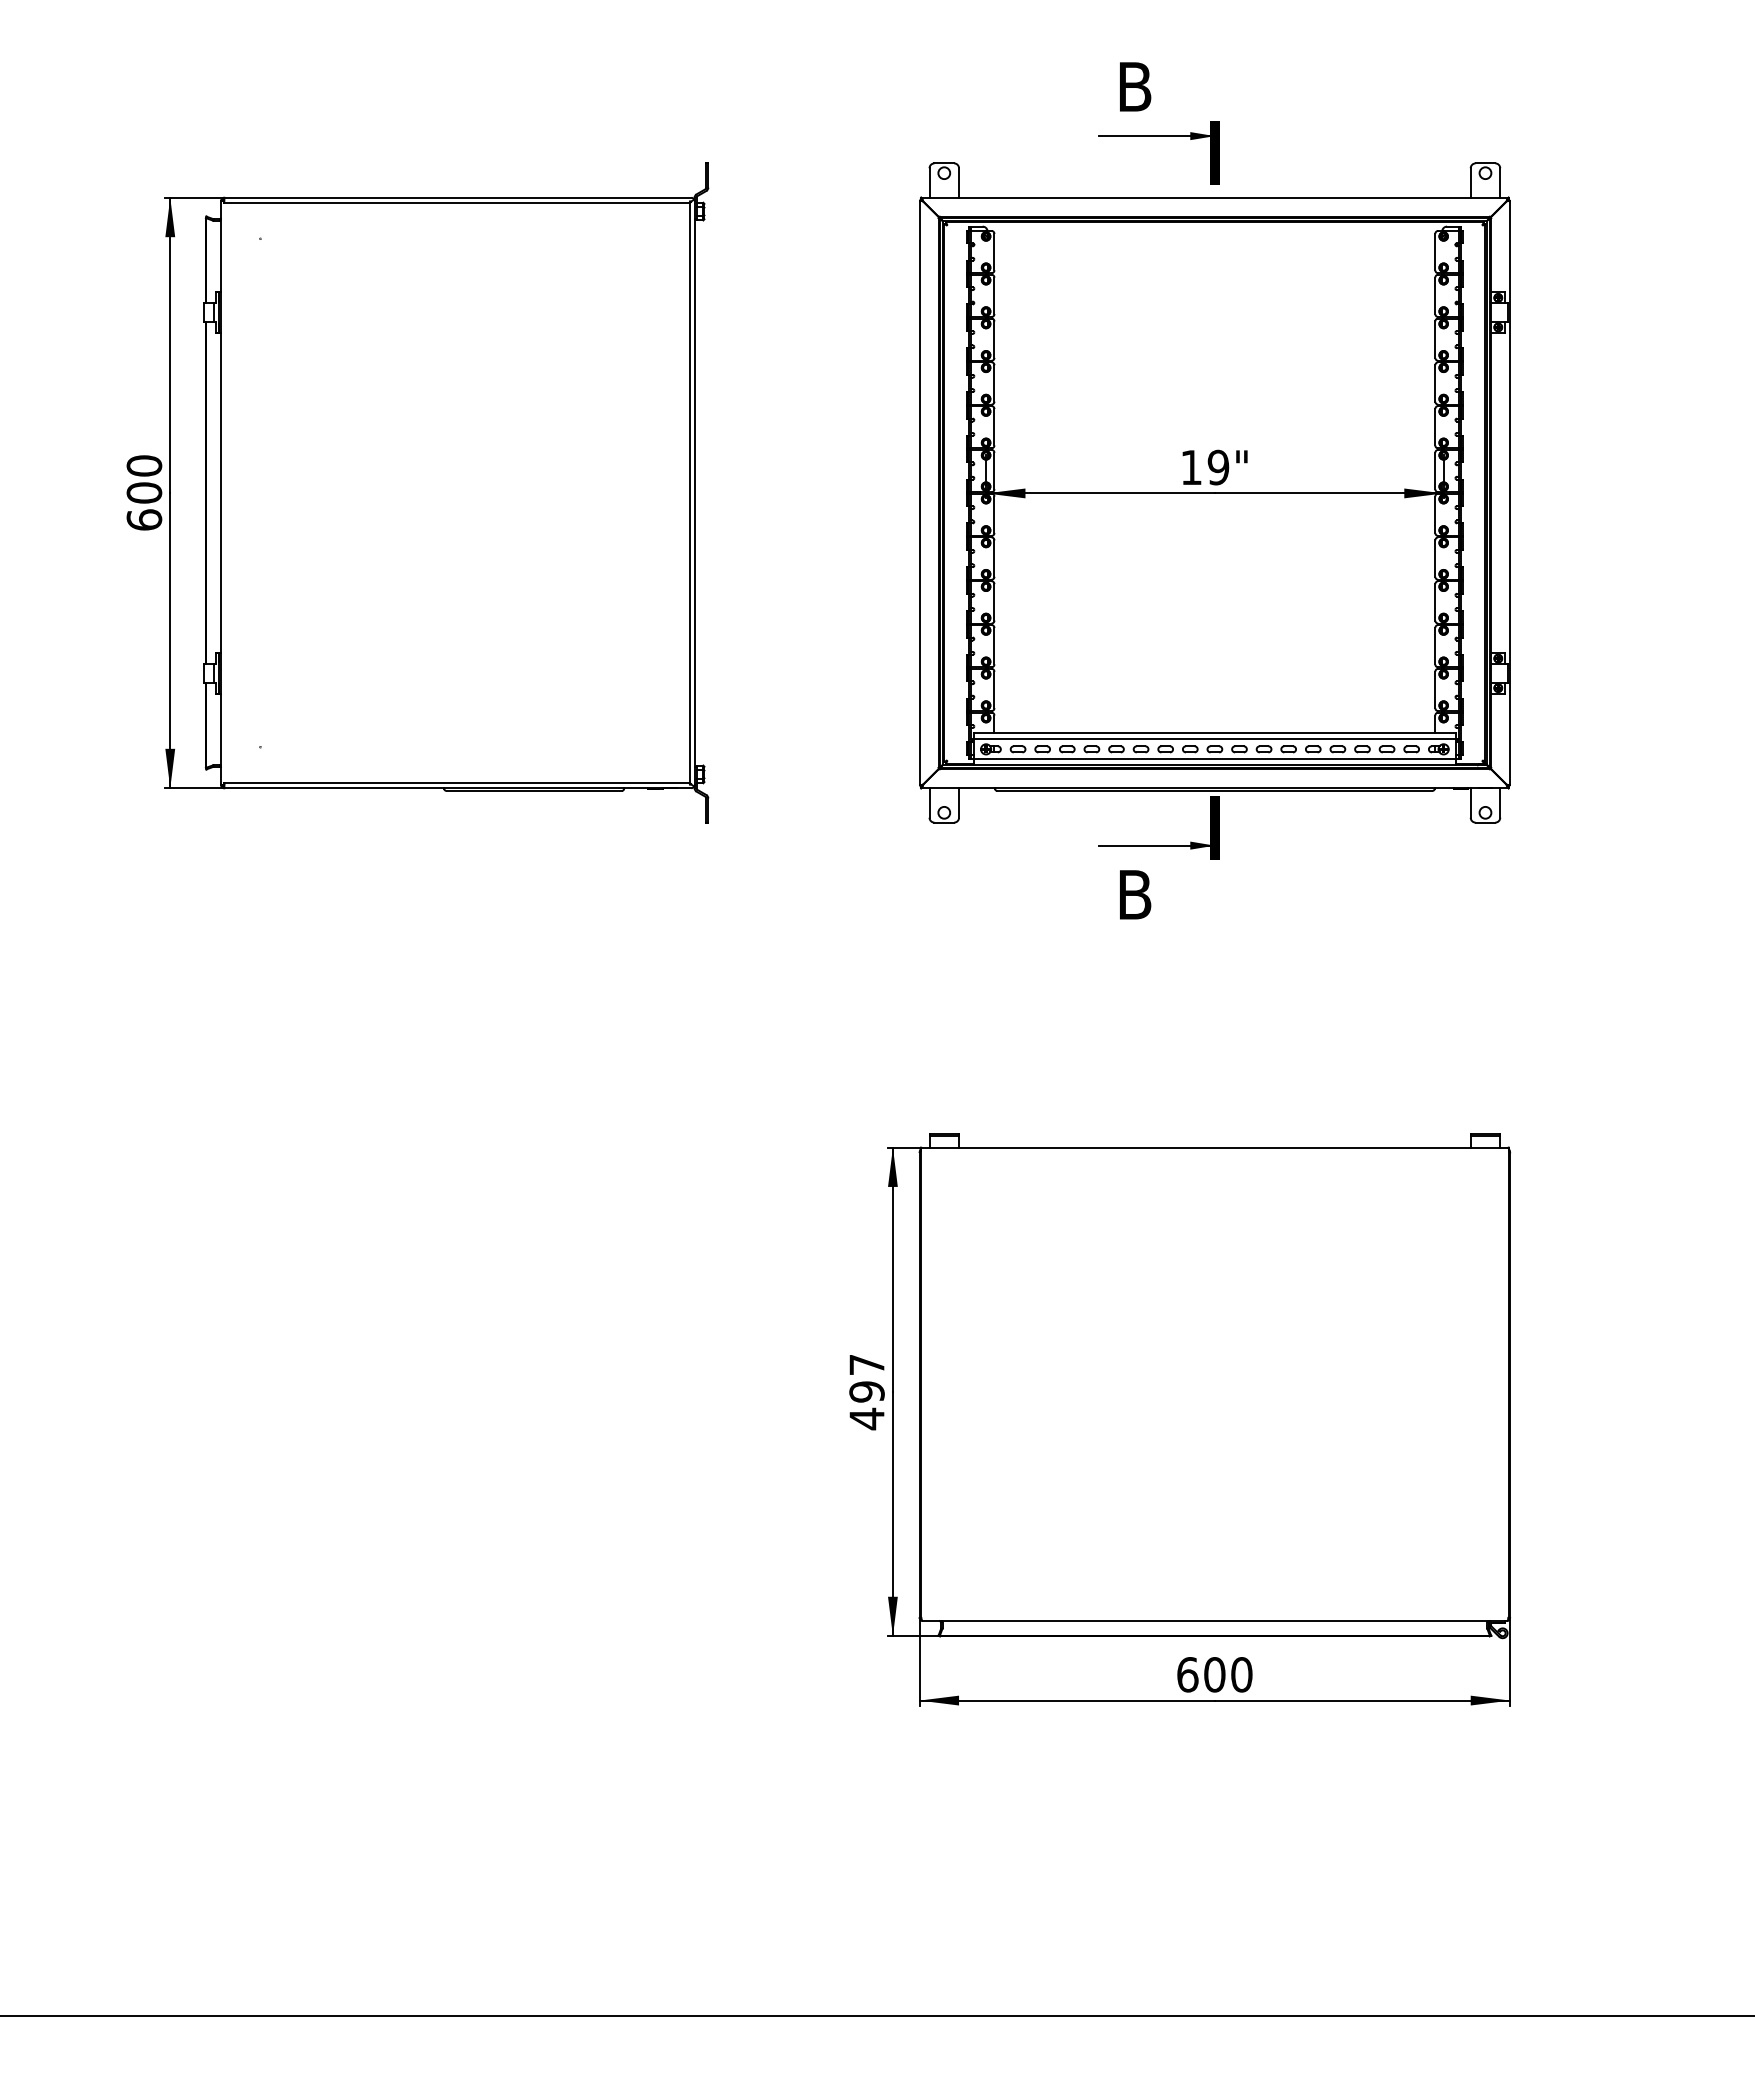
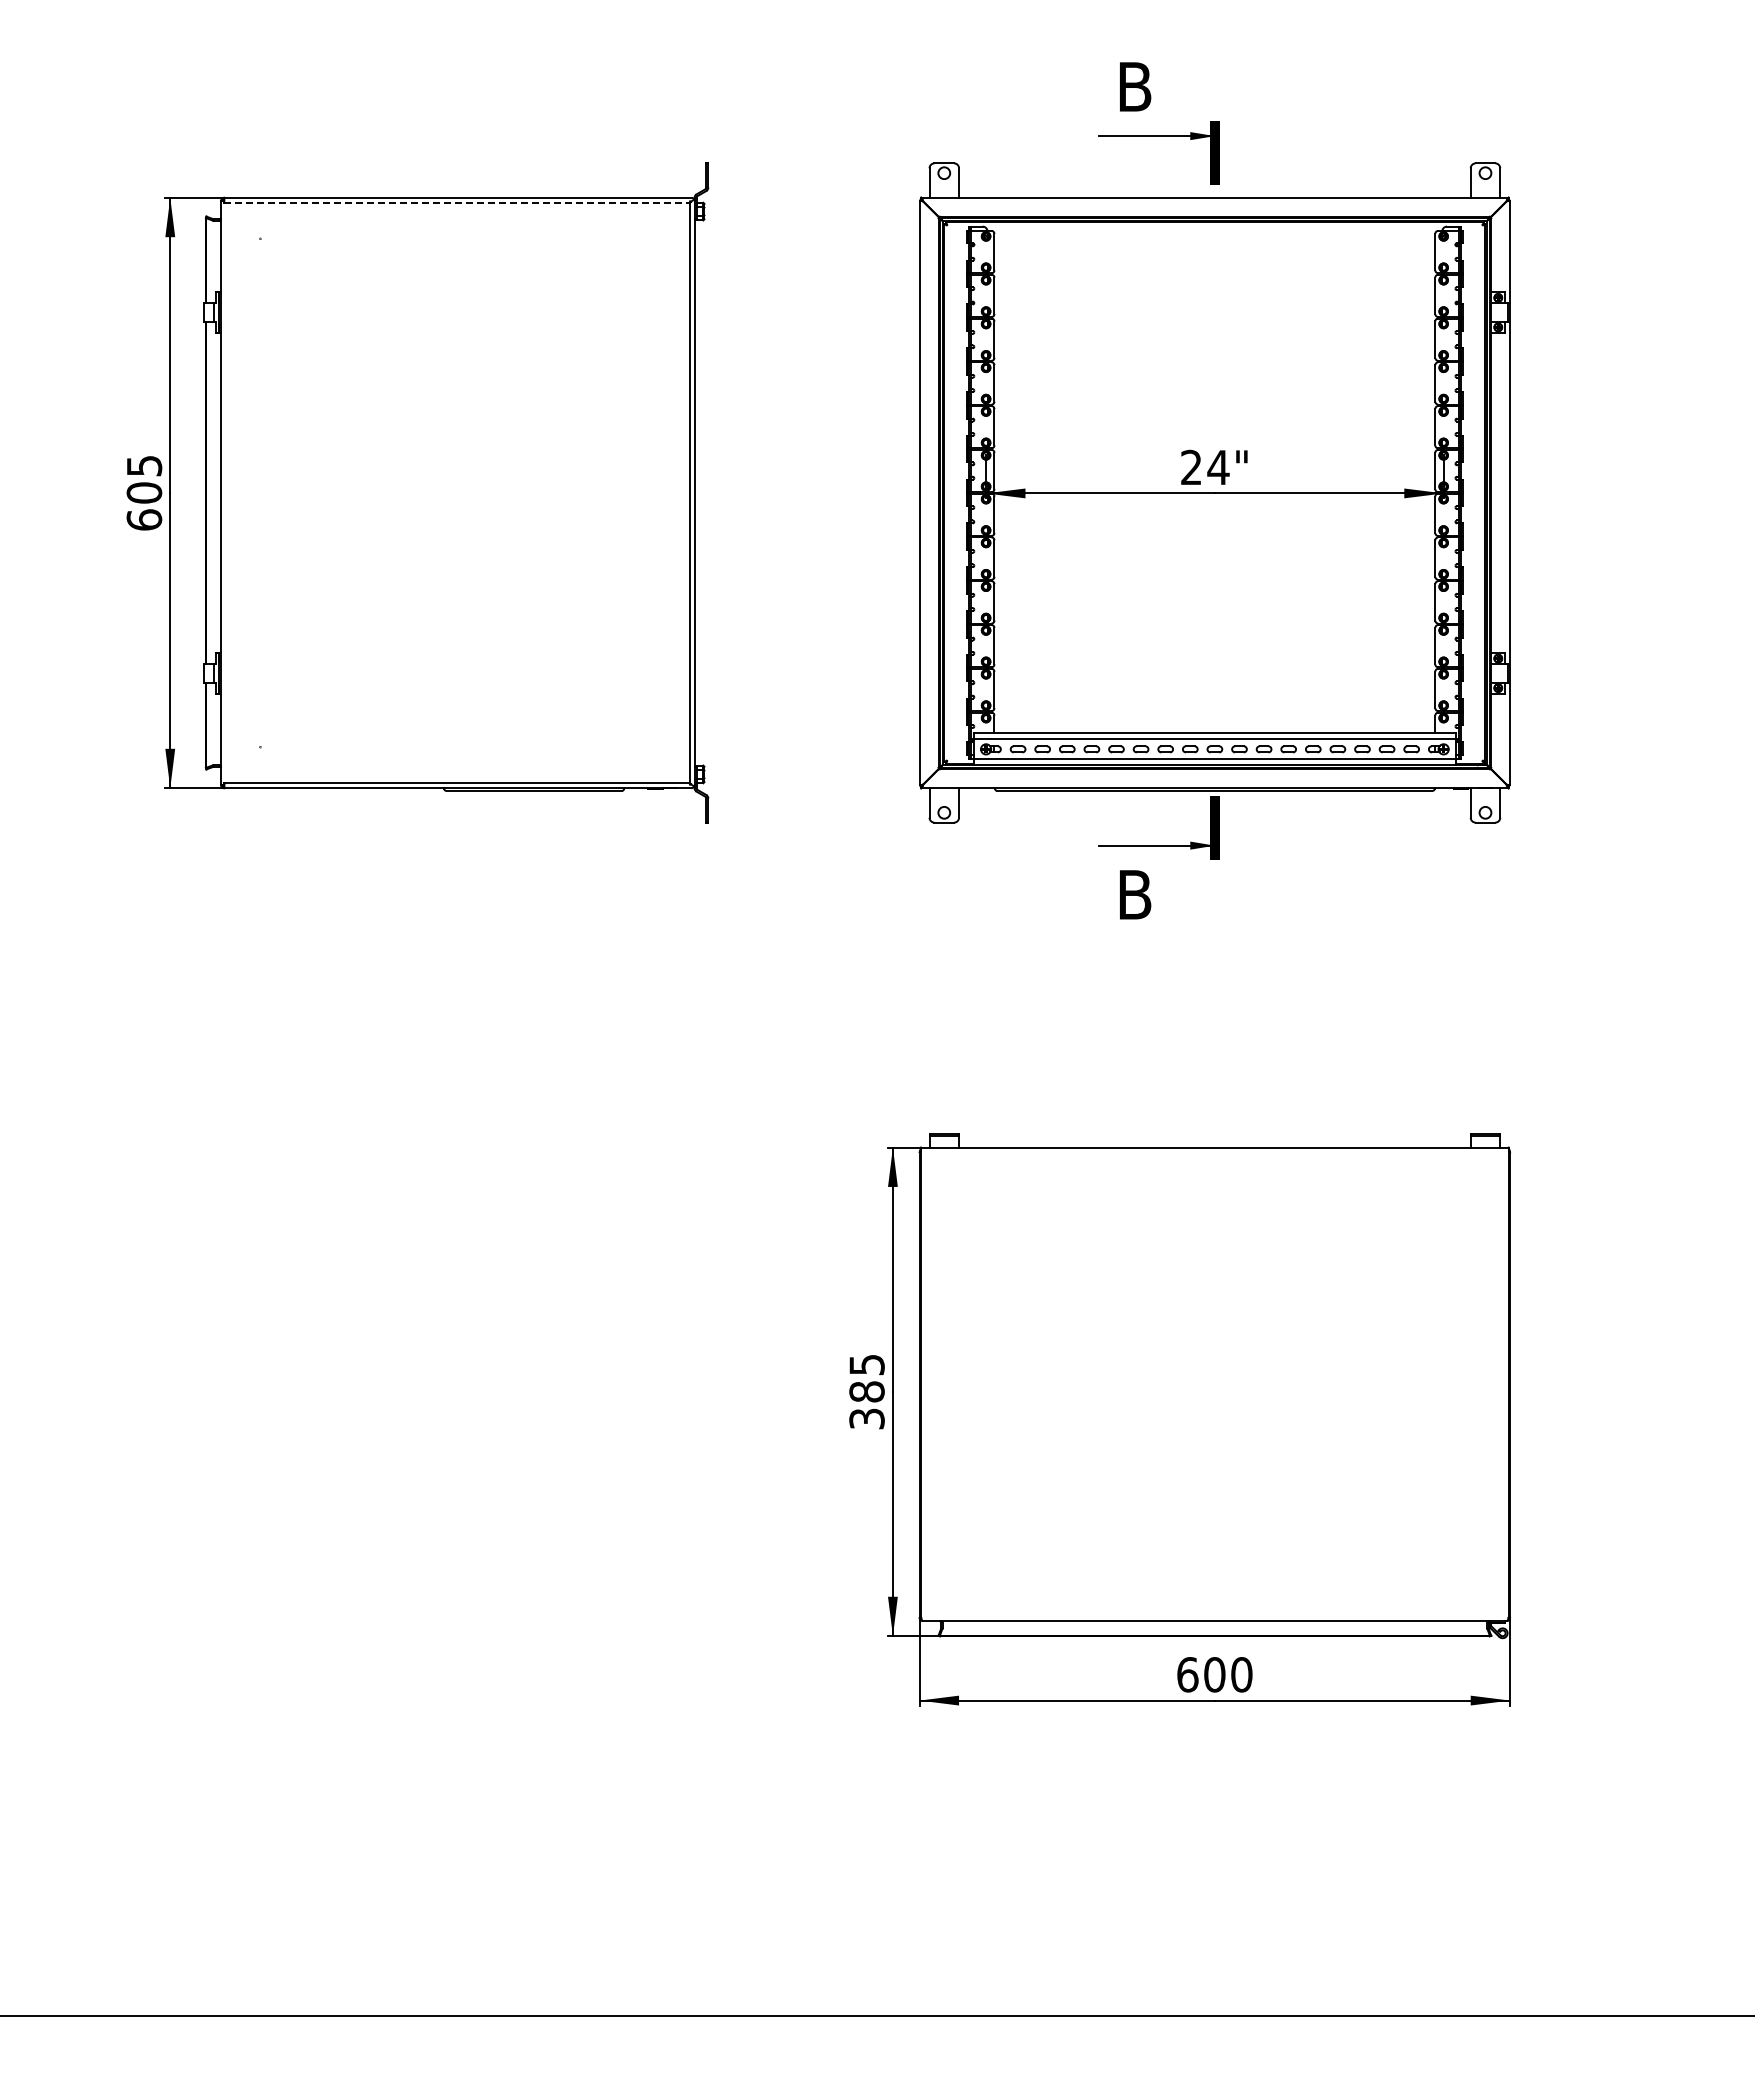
line at (456, 202): solid -> dashed
text at (144, 465): 600 -> 605
text at (1205, 467): 19" -> 24"
text at (866, 1392): 497 -> 385
